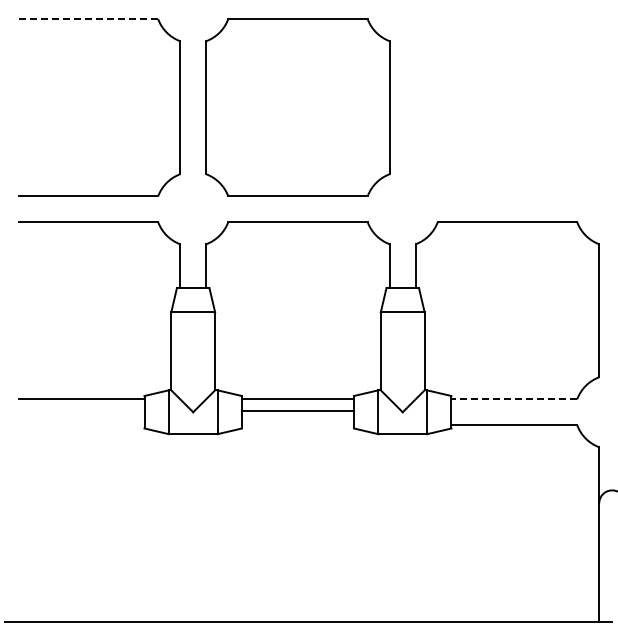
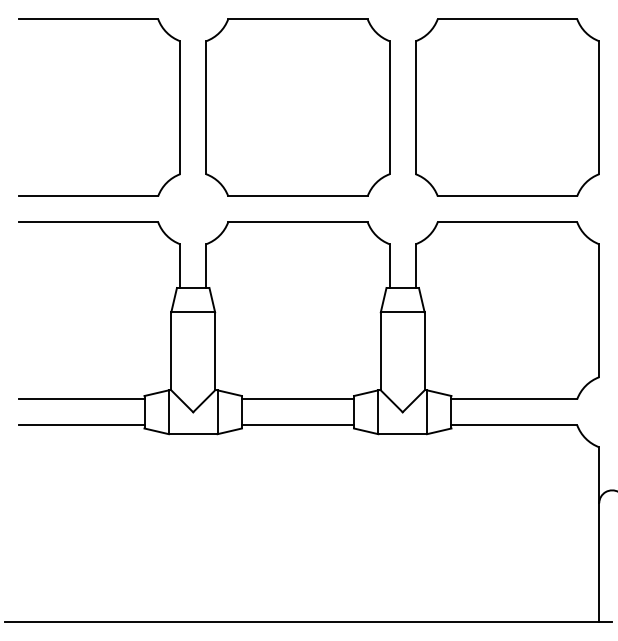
line at (88, 19): dashed -> solid
part at (507, 107): none -> present
line at (514, 399): dashed -> solid
line at (297, 411) position: (297, 411) -> (297, 425)
line at (81, 425): none -> present
